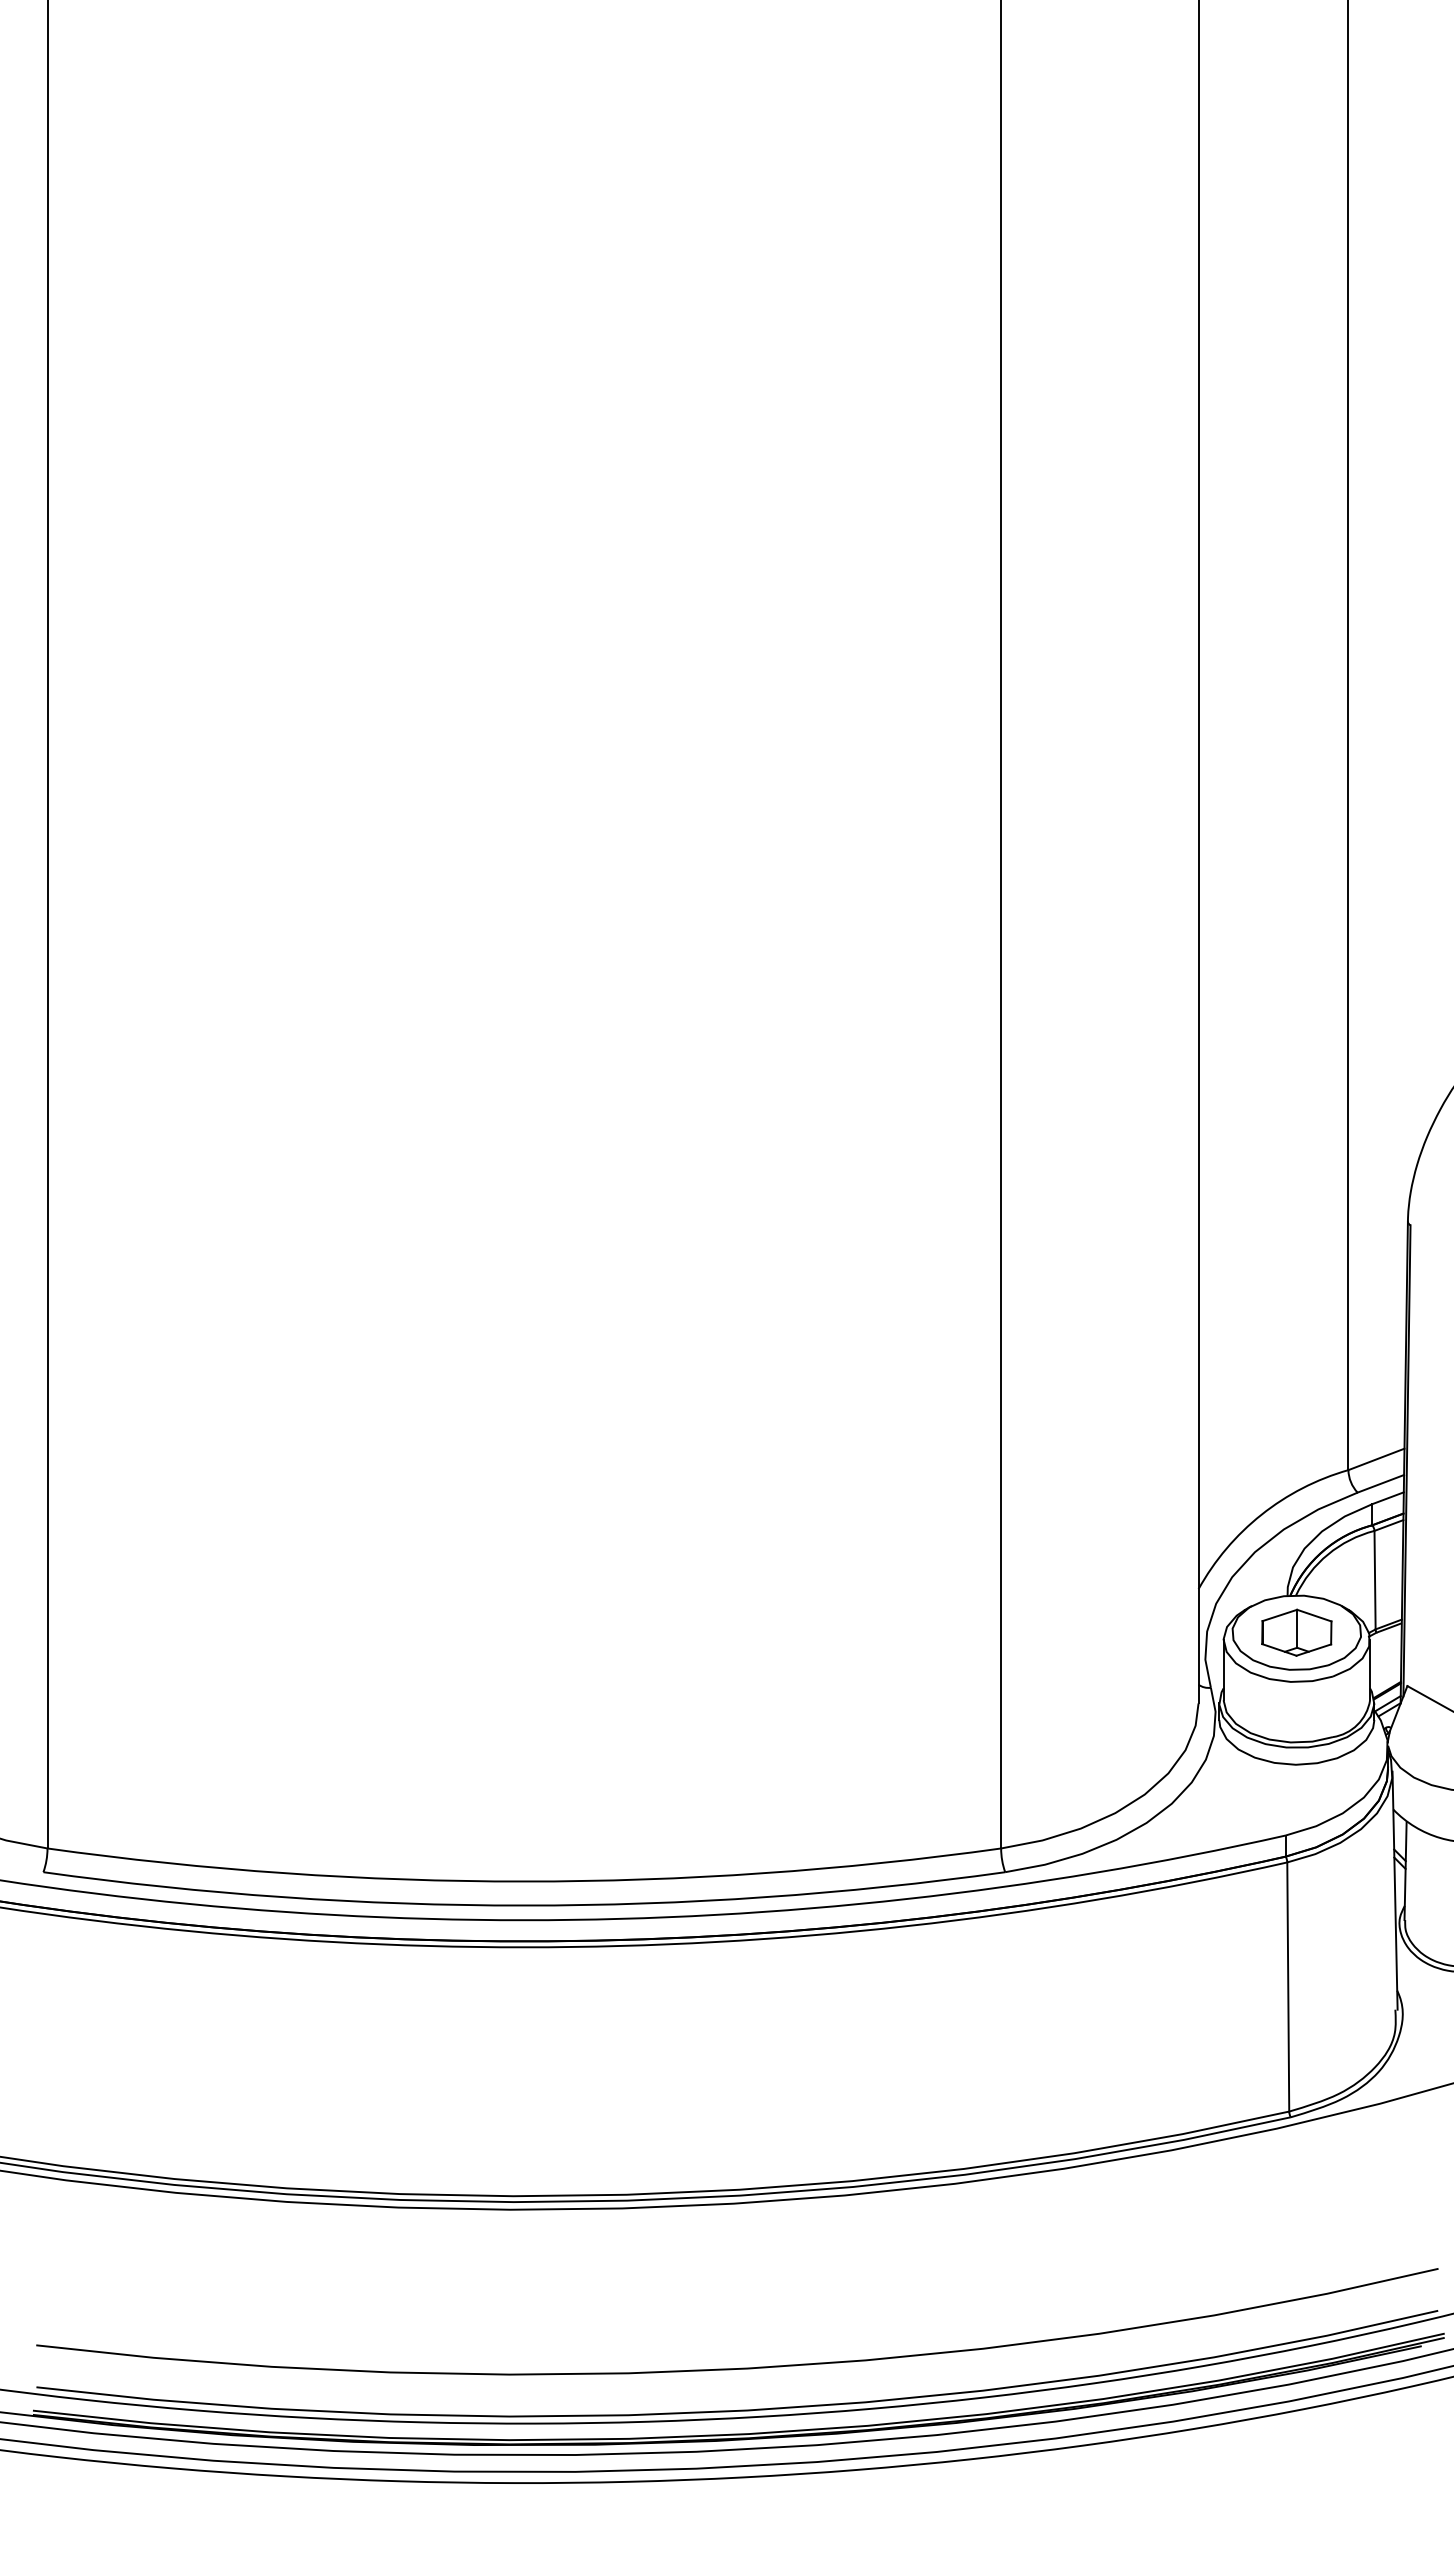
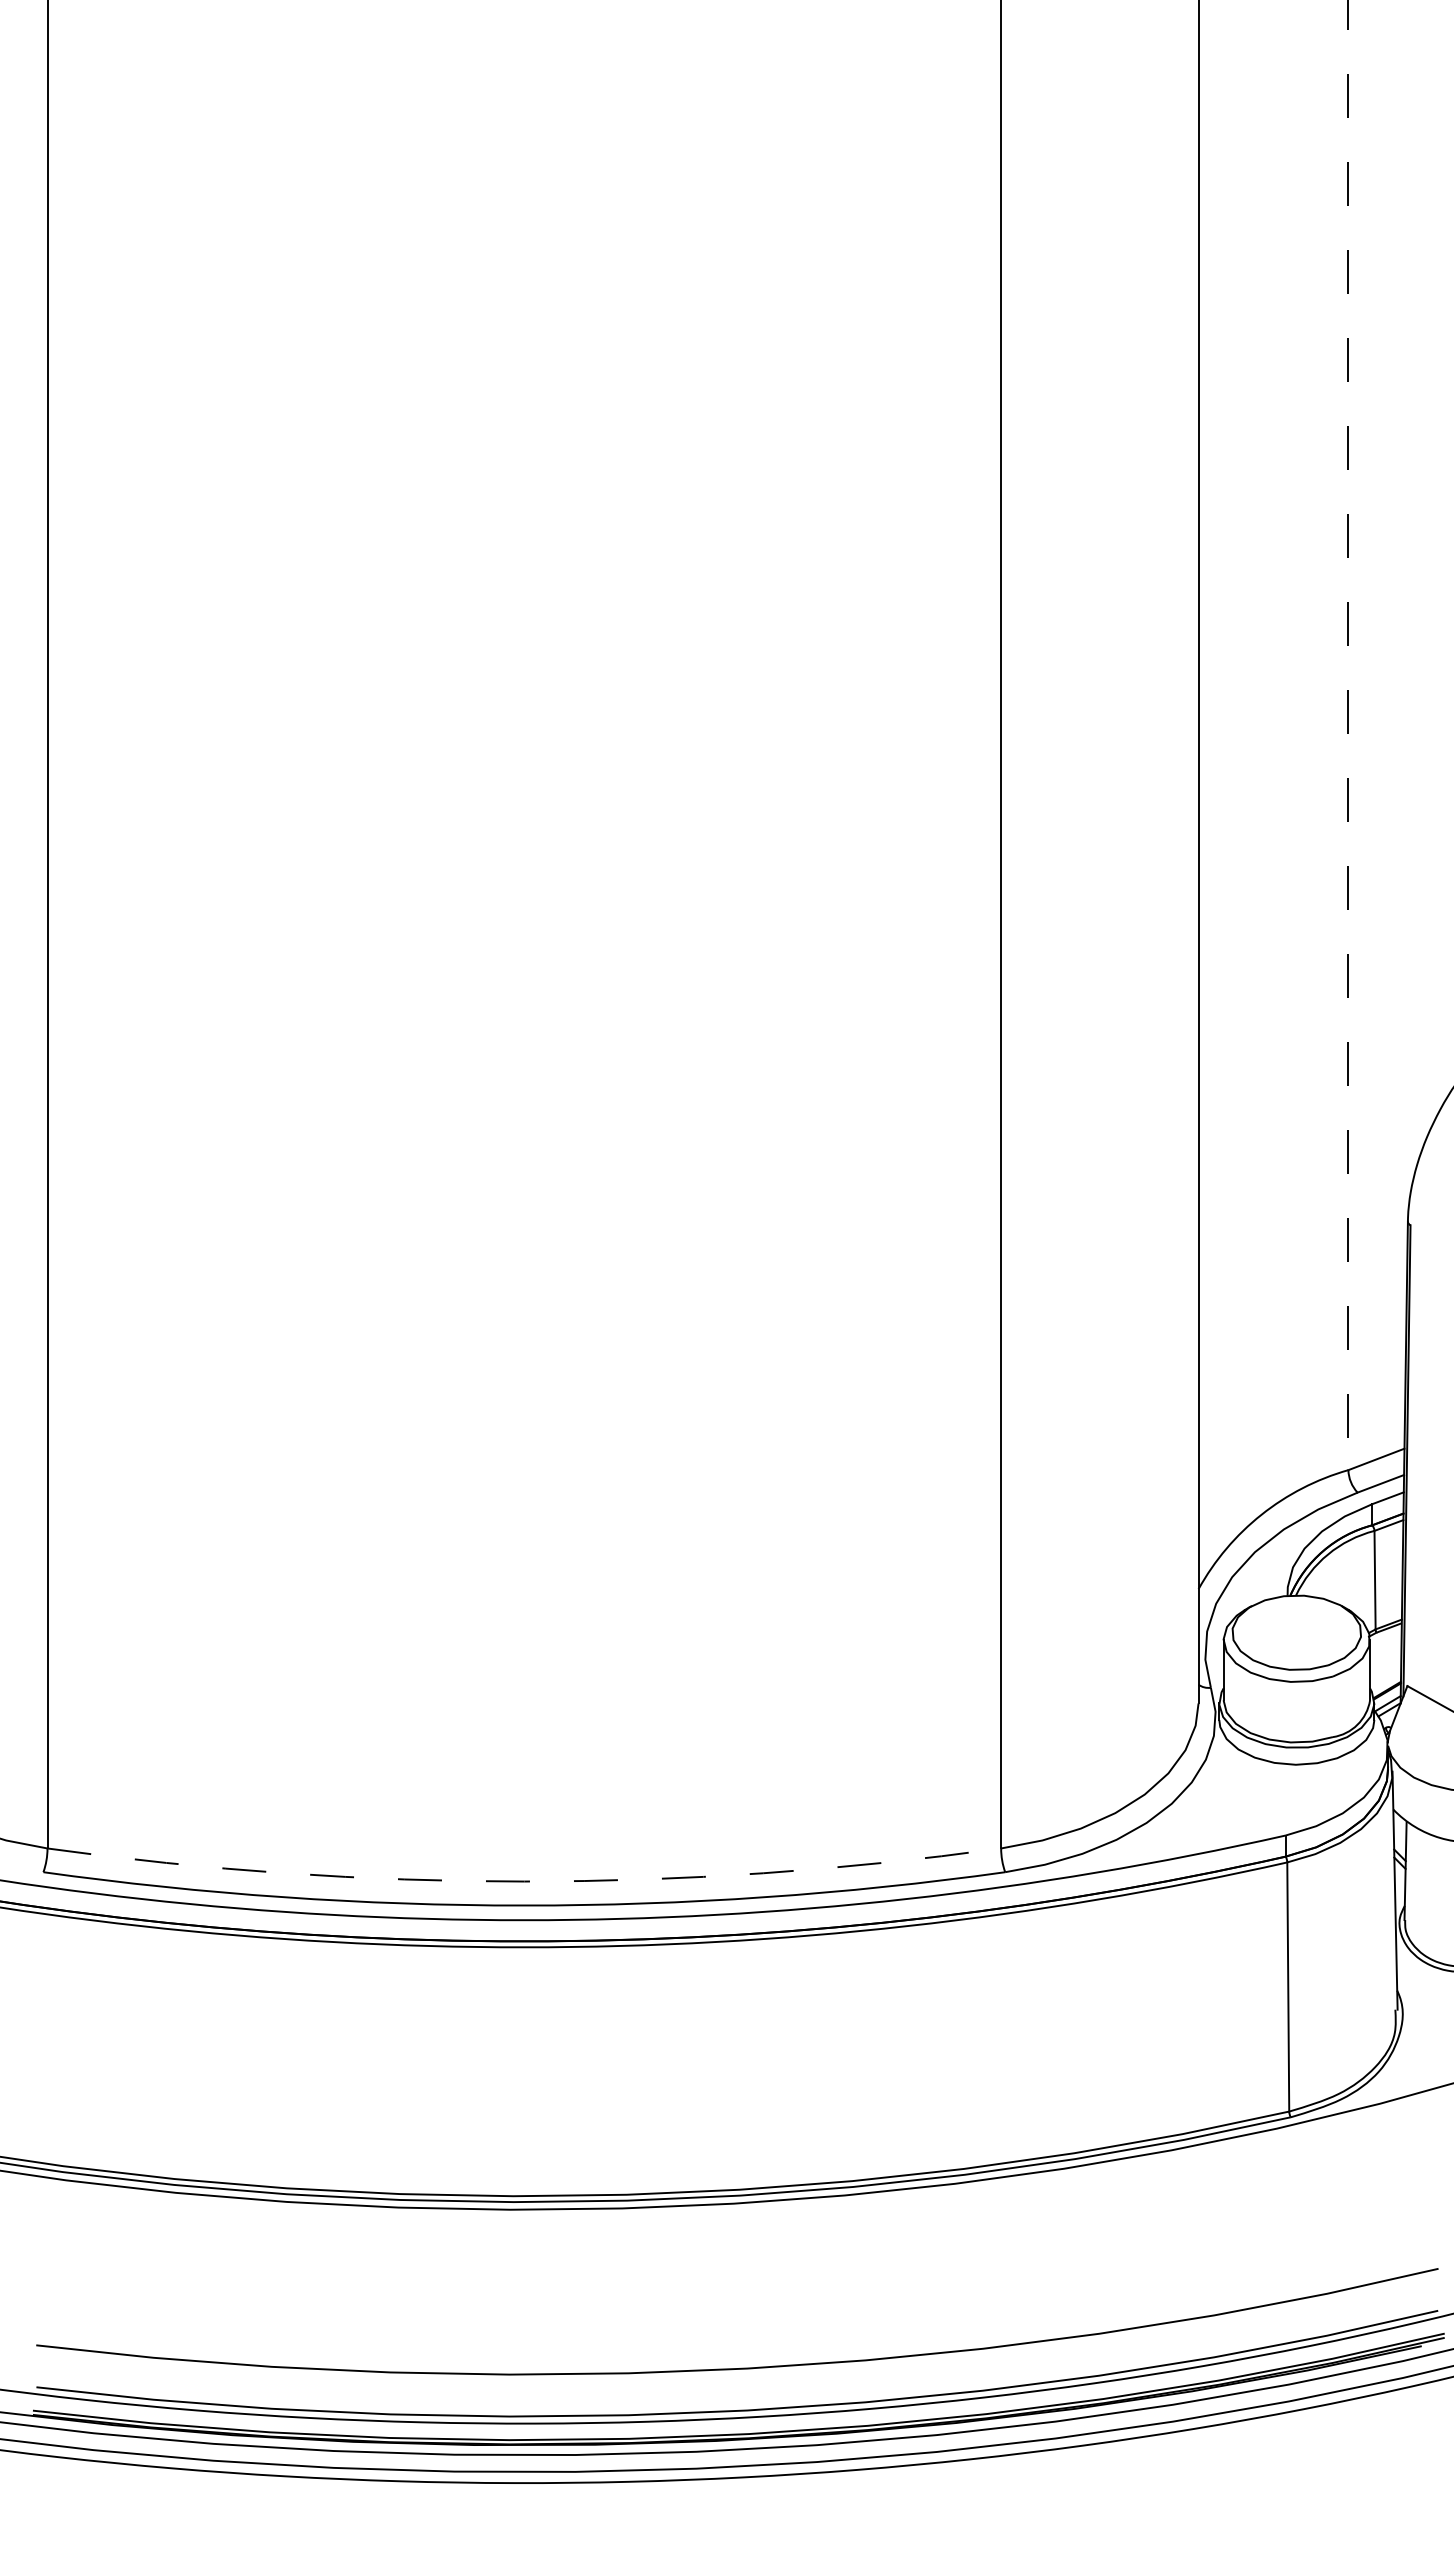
line at (1348, 735): solid -> dashed
part at (1296, 1632): present -> none
arc at (524, 1881): solid -> dashed
